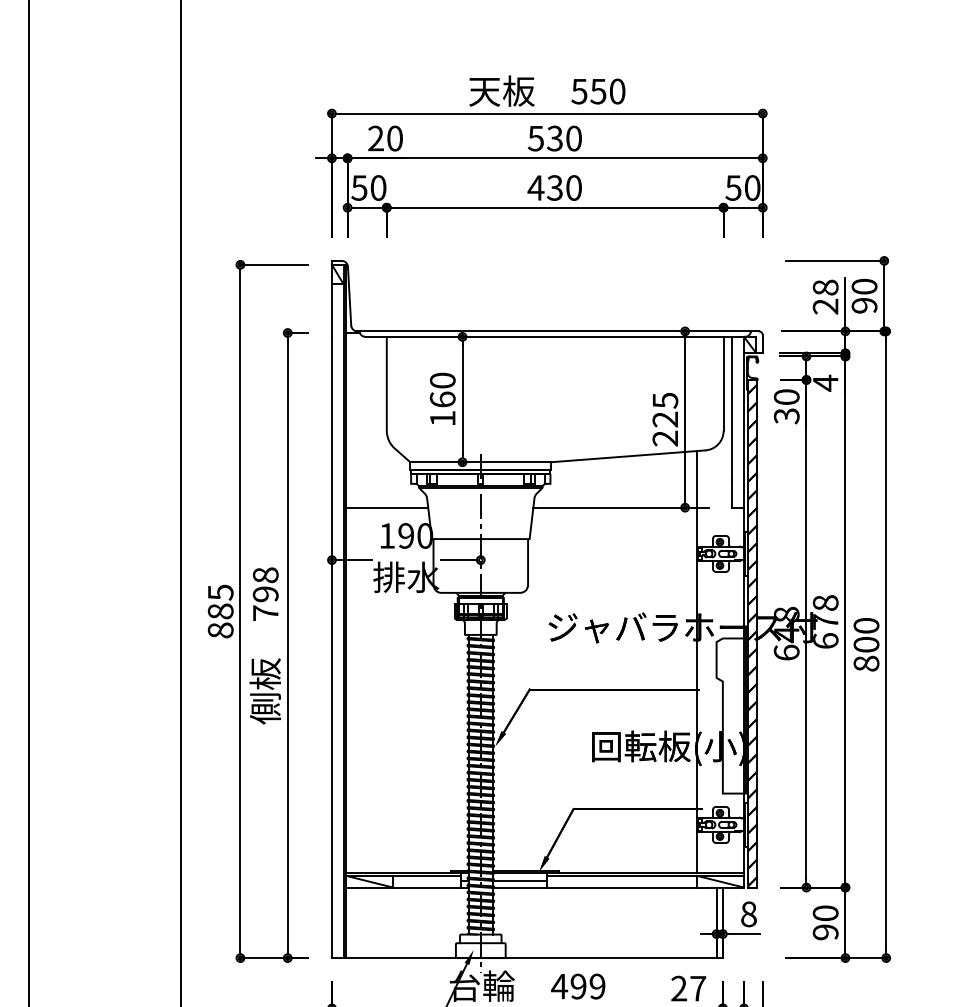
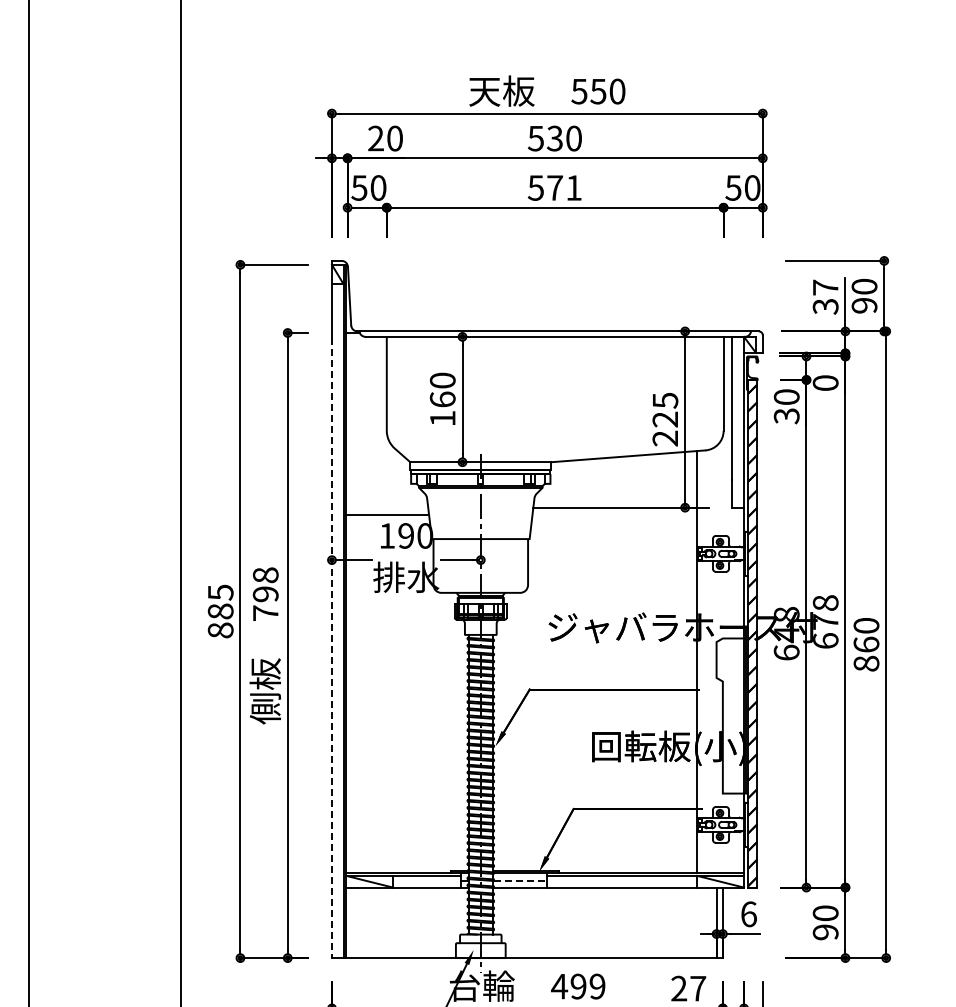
text at (554, 187): 430 -> 571
text at (825, 296): 28 -> 37
text at (825, 382): 4 -> 0
line at (387, 507) position: (387, 507) -> (387, 514)
text at (866, 644): 800 -> 860
line at (331, 648): solid -> dashed
line at (520, 880): solid -> dashed
text at (748, 914): 8 -> 6
